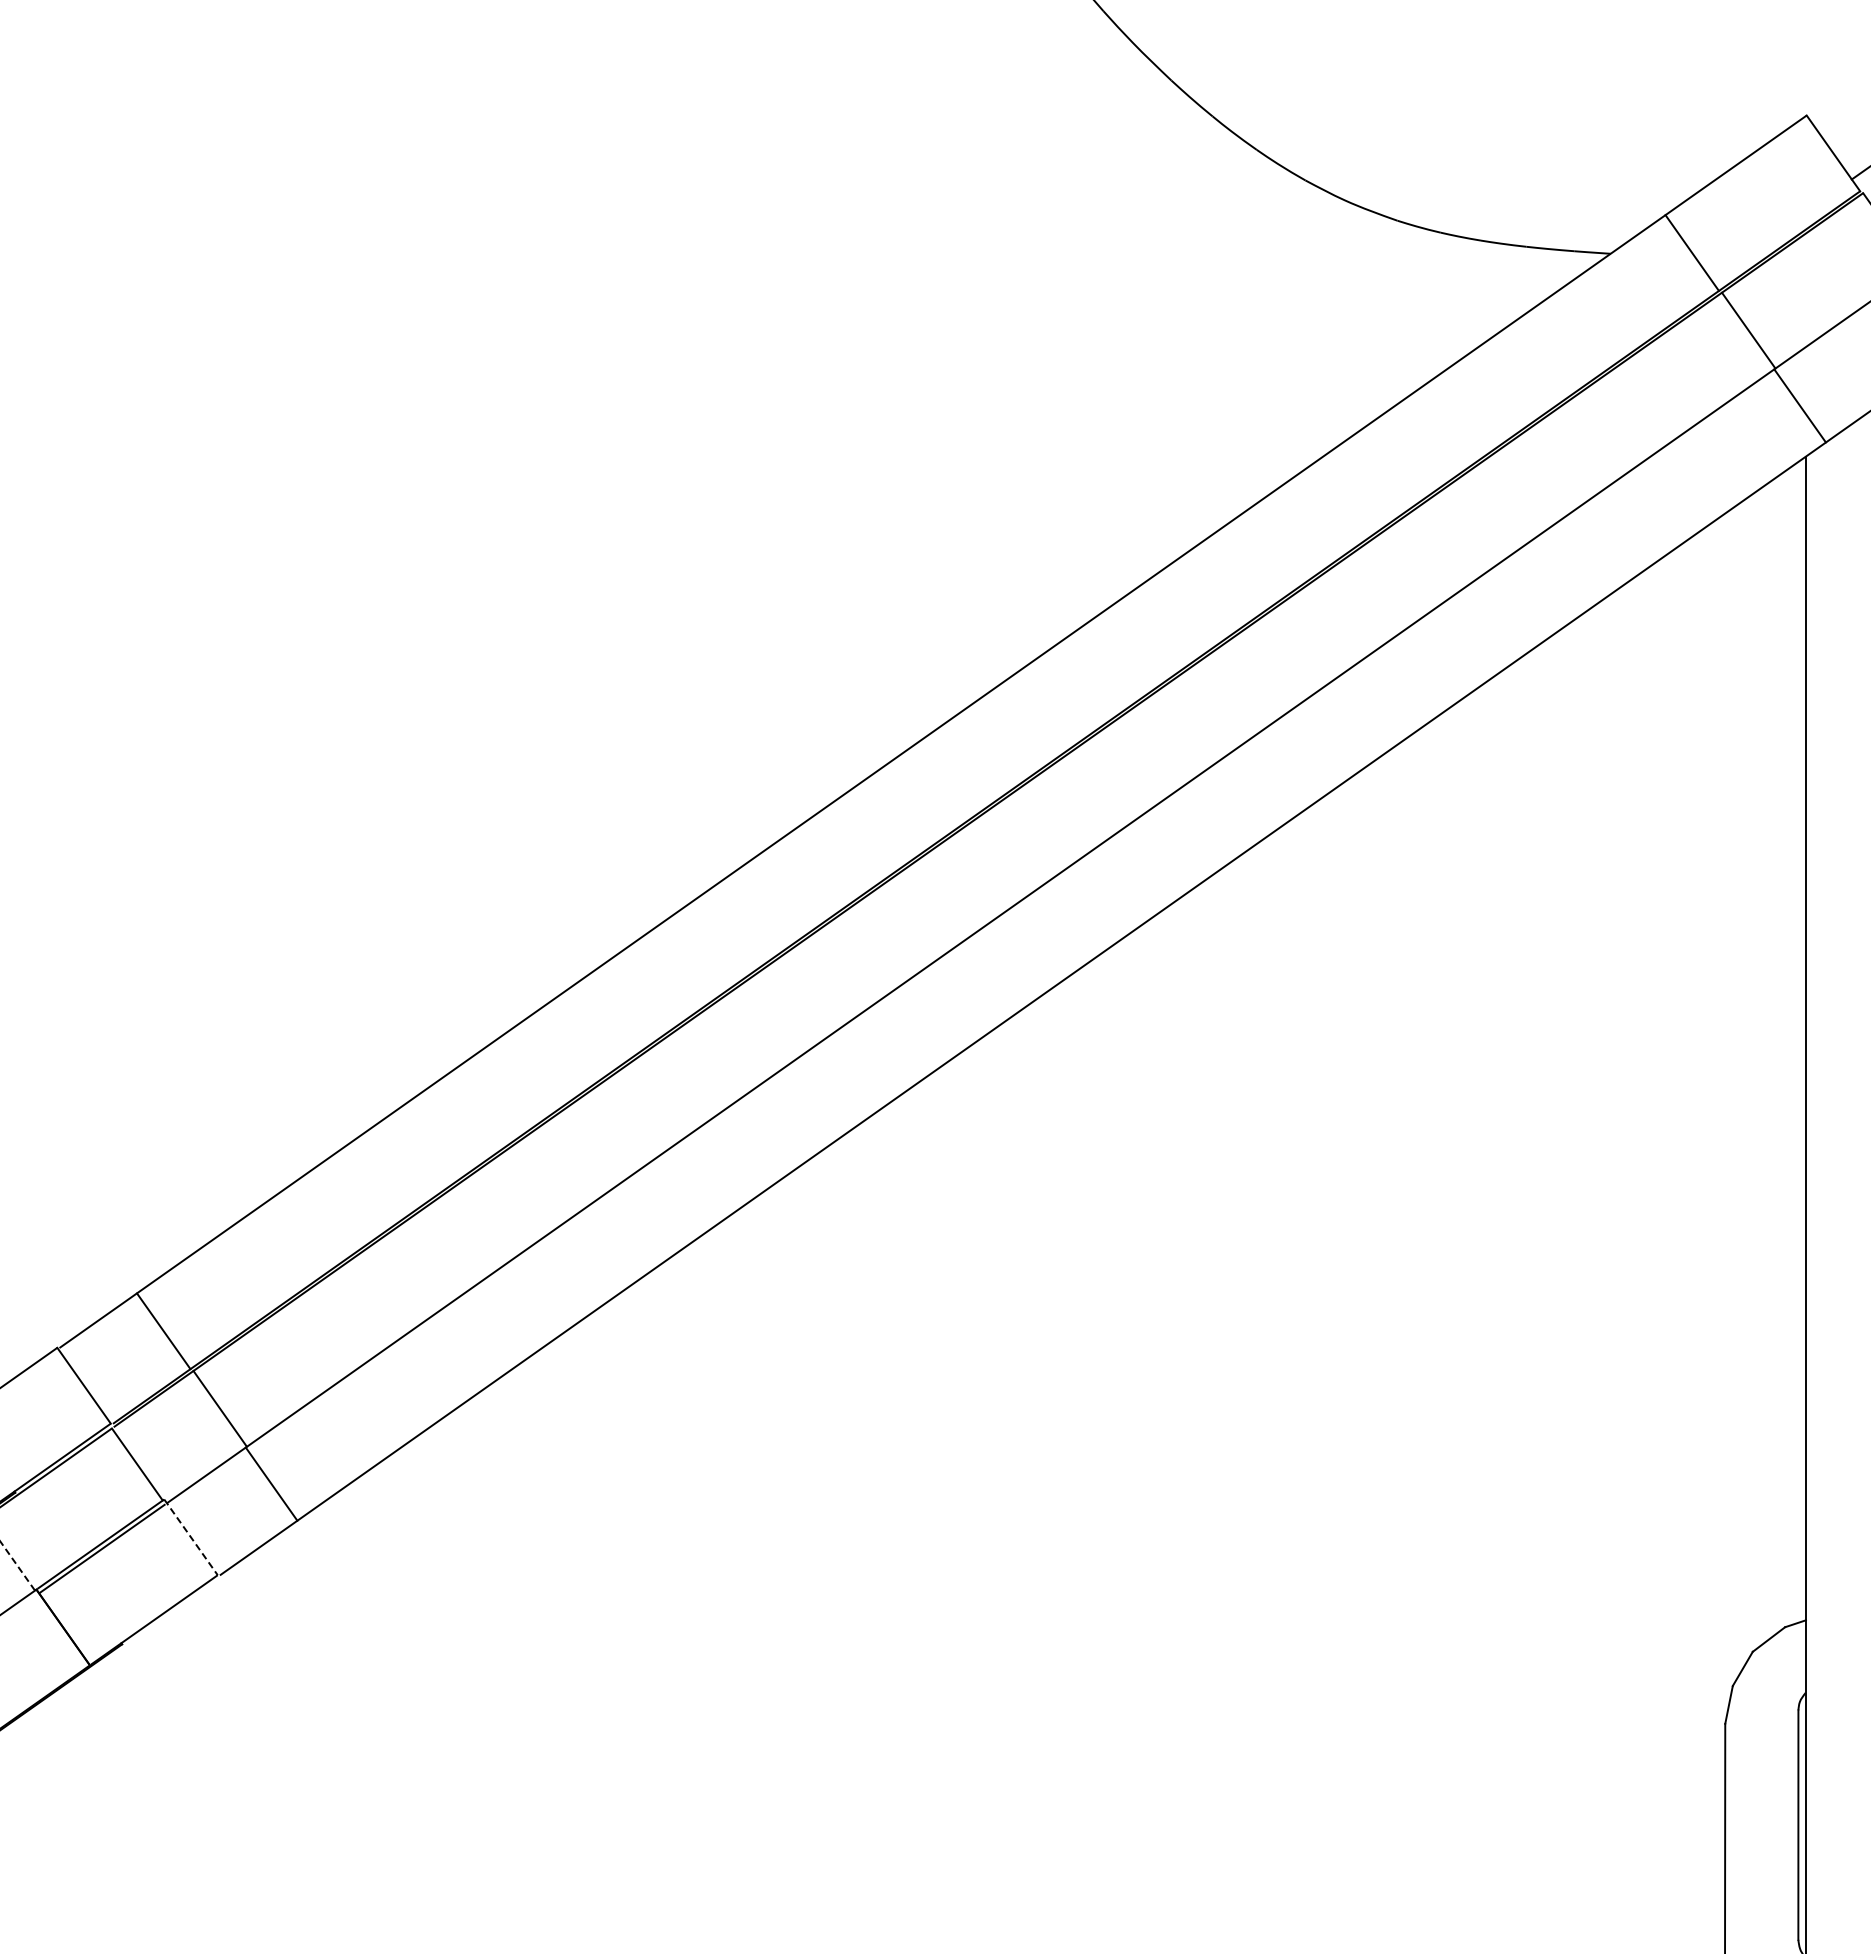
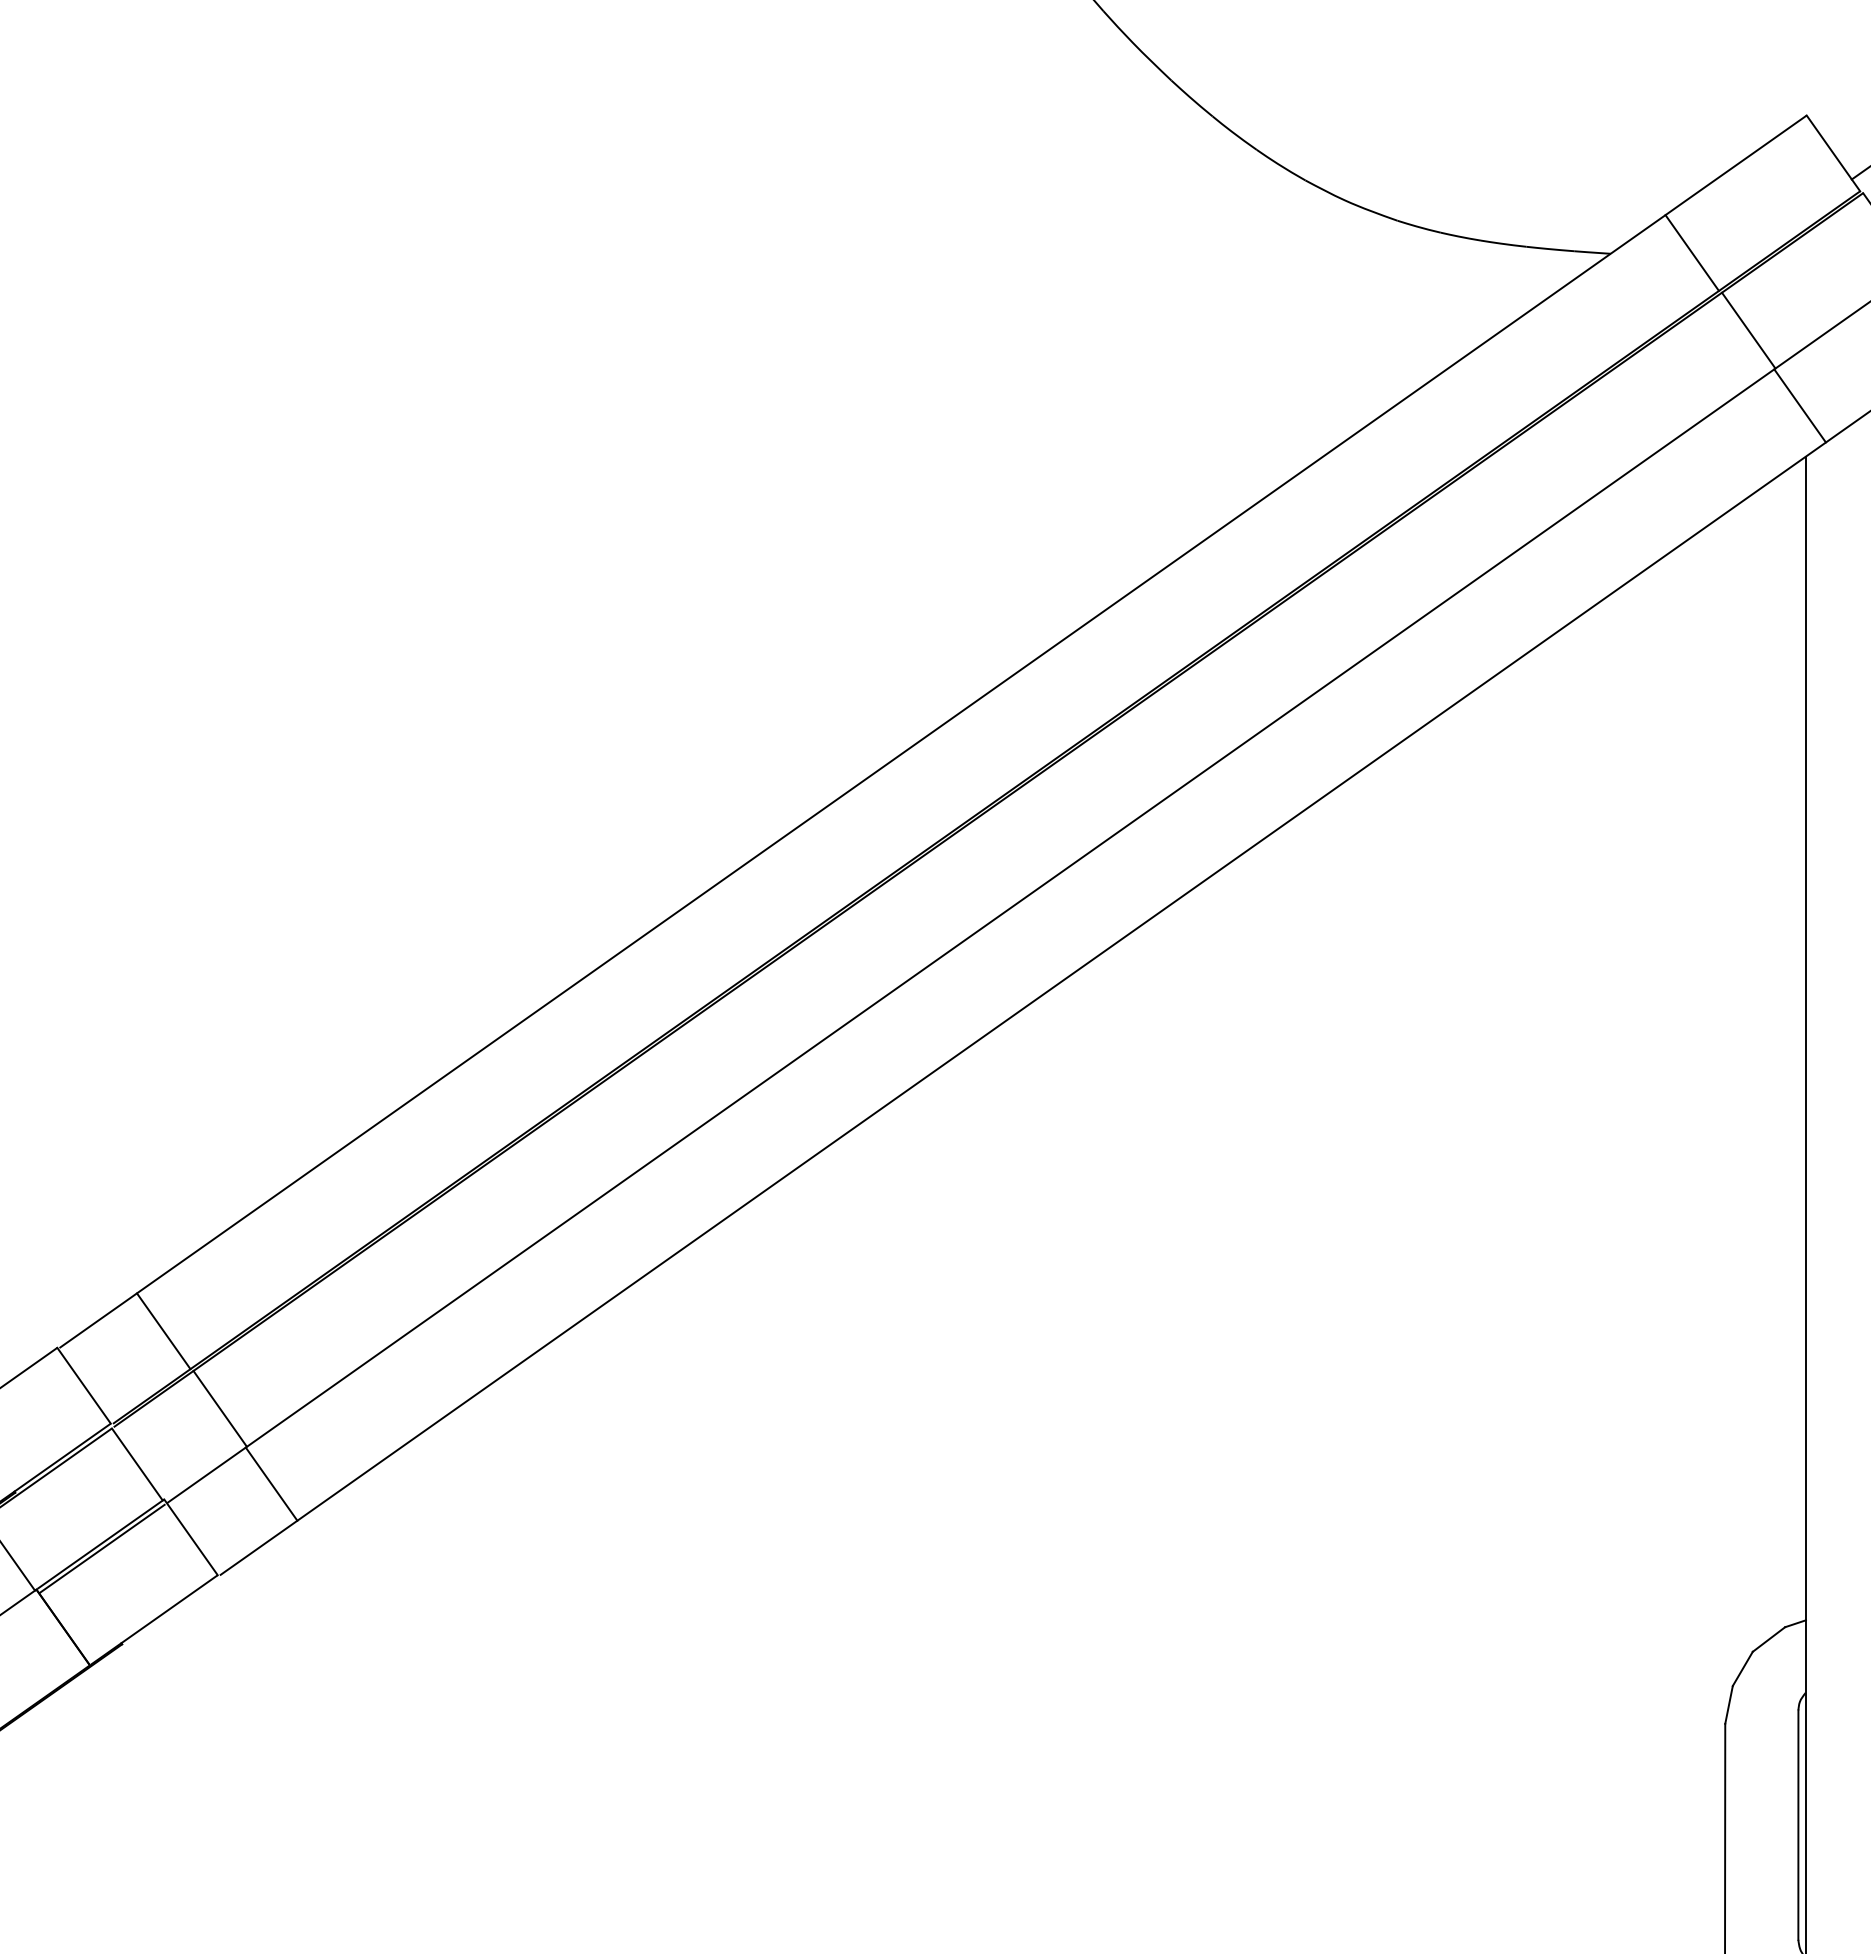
line at (191, 1537): dashed -> solid
line at (17, 1565): dashed -> solid
